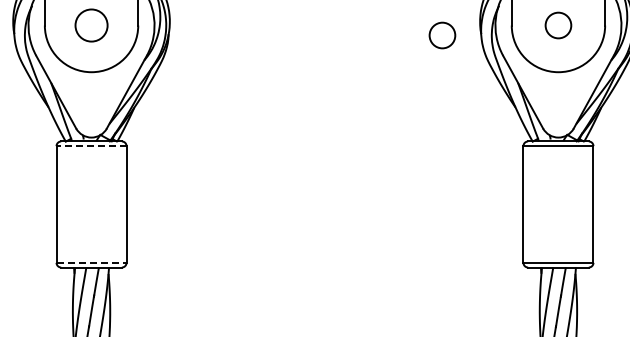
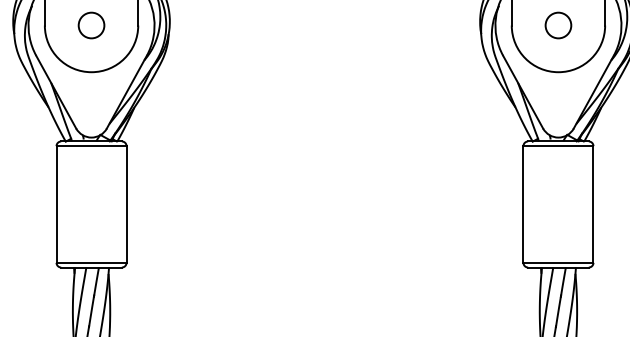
circle at (91, 25) size: 35x35 px -> 29x29 px
circle at (442, 35): present -> none
line at (91, 146): dashed -> solid
line at (92, 262): dashed -> solid
